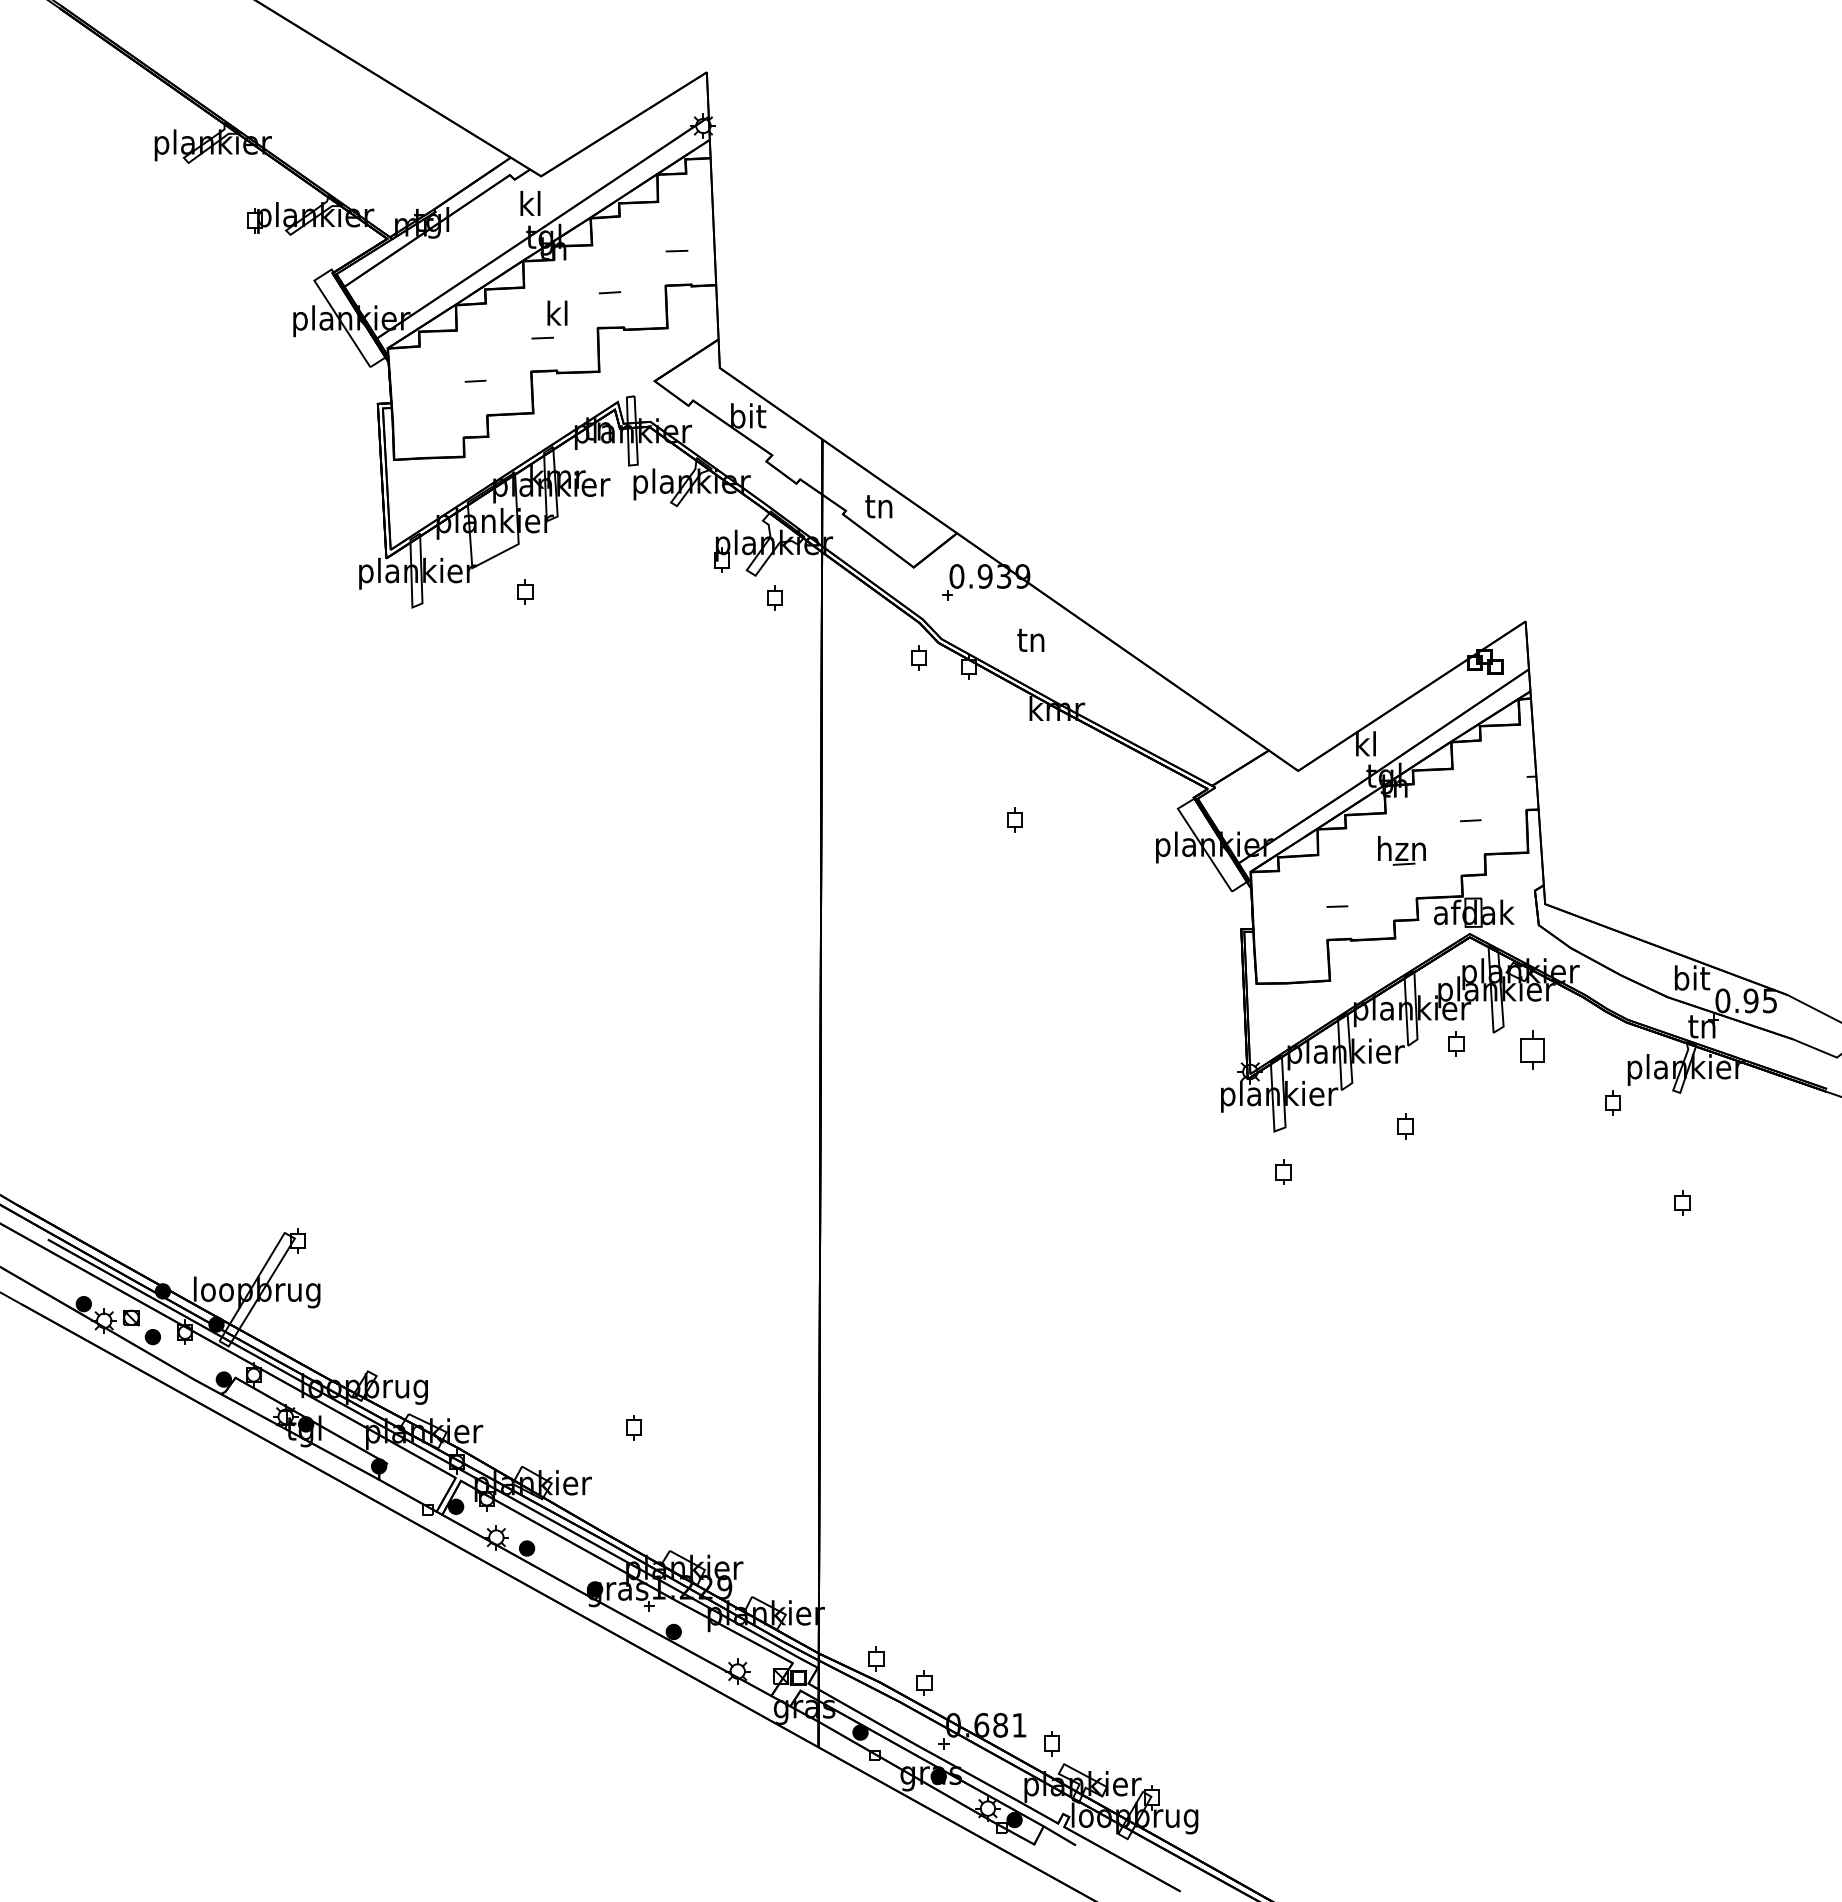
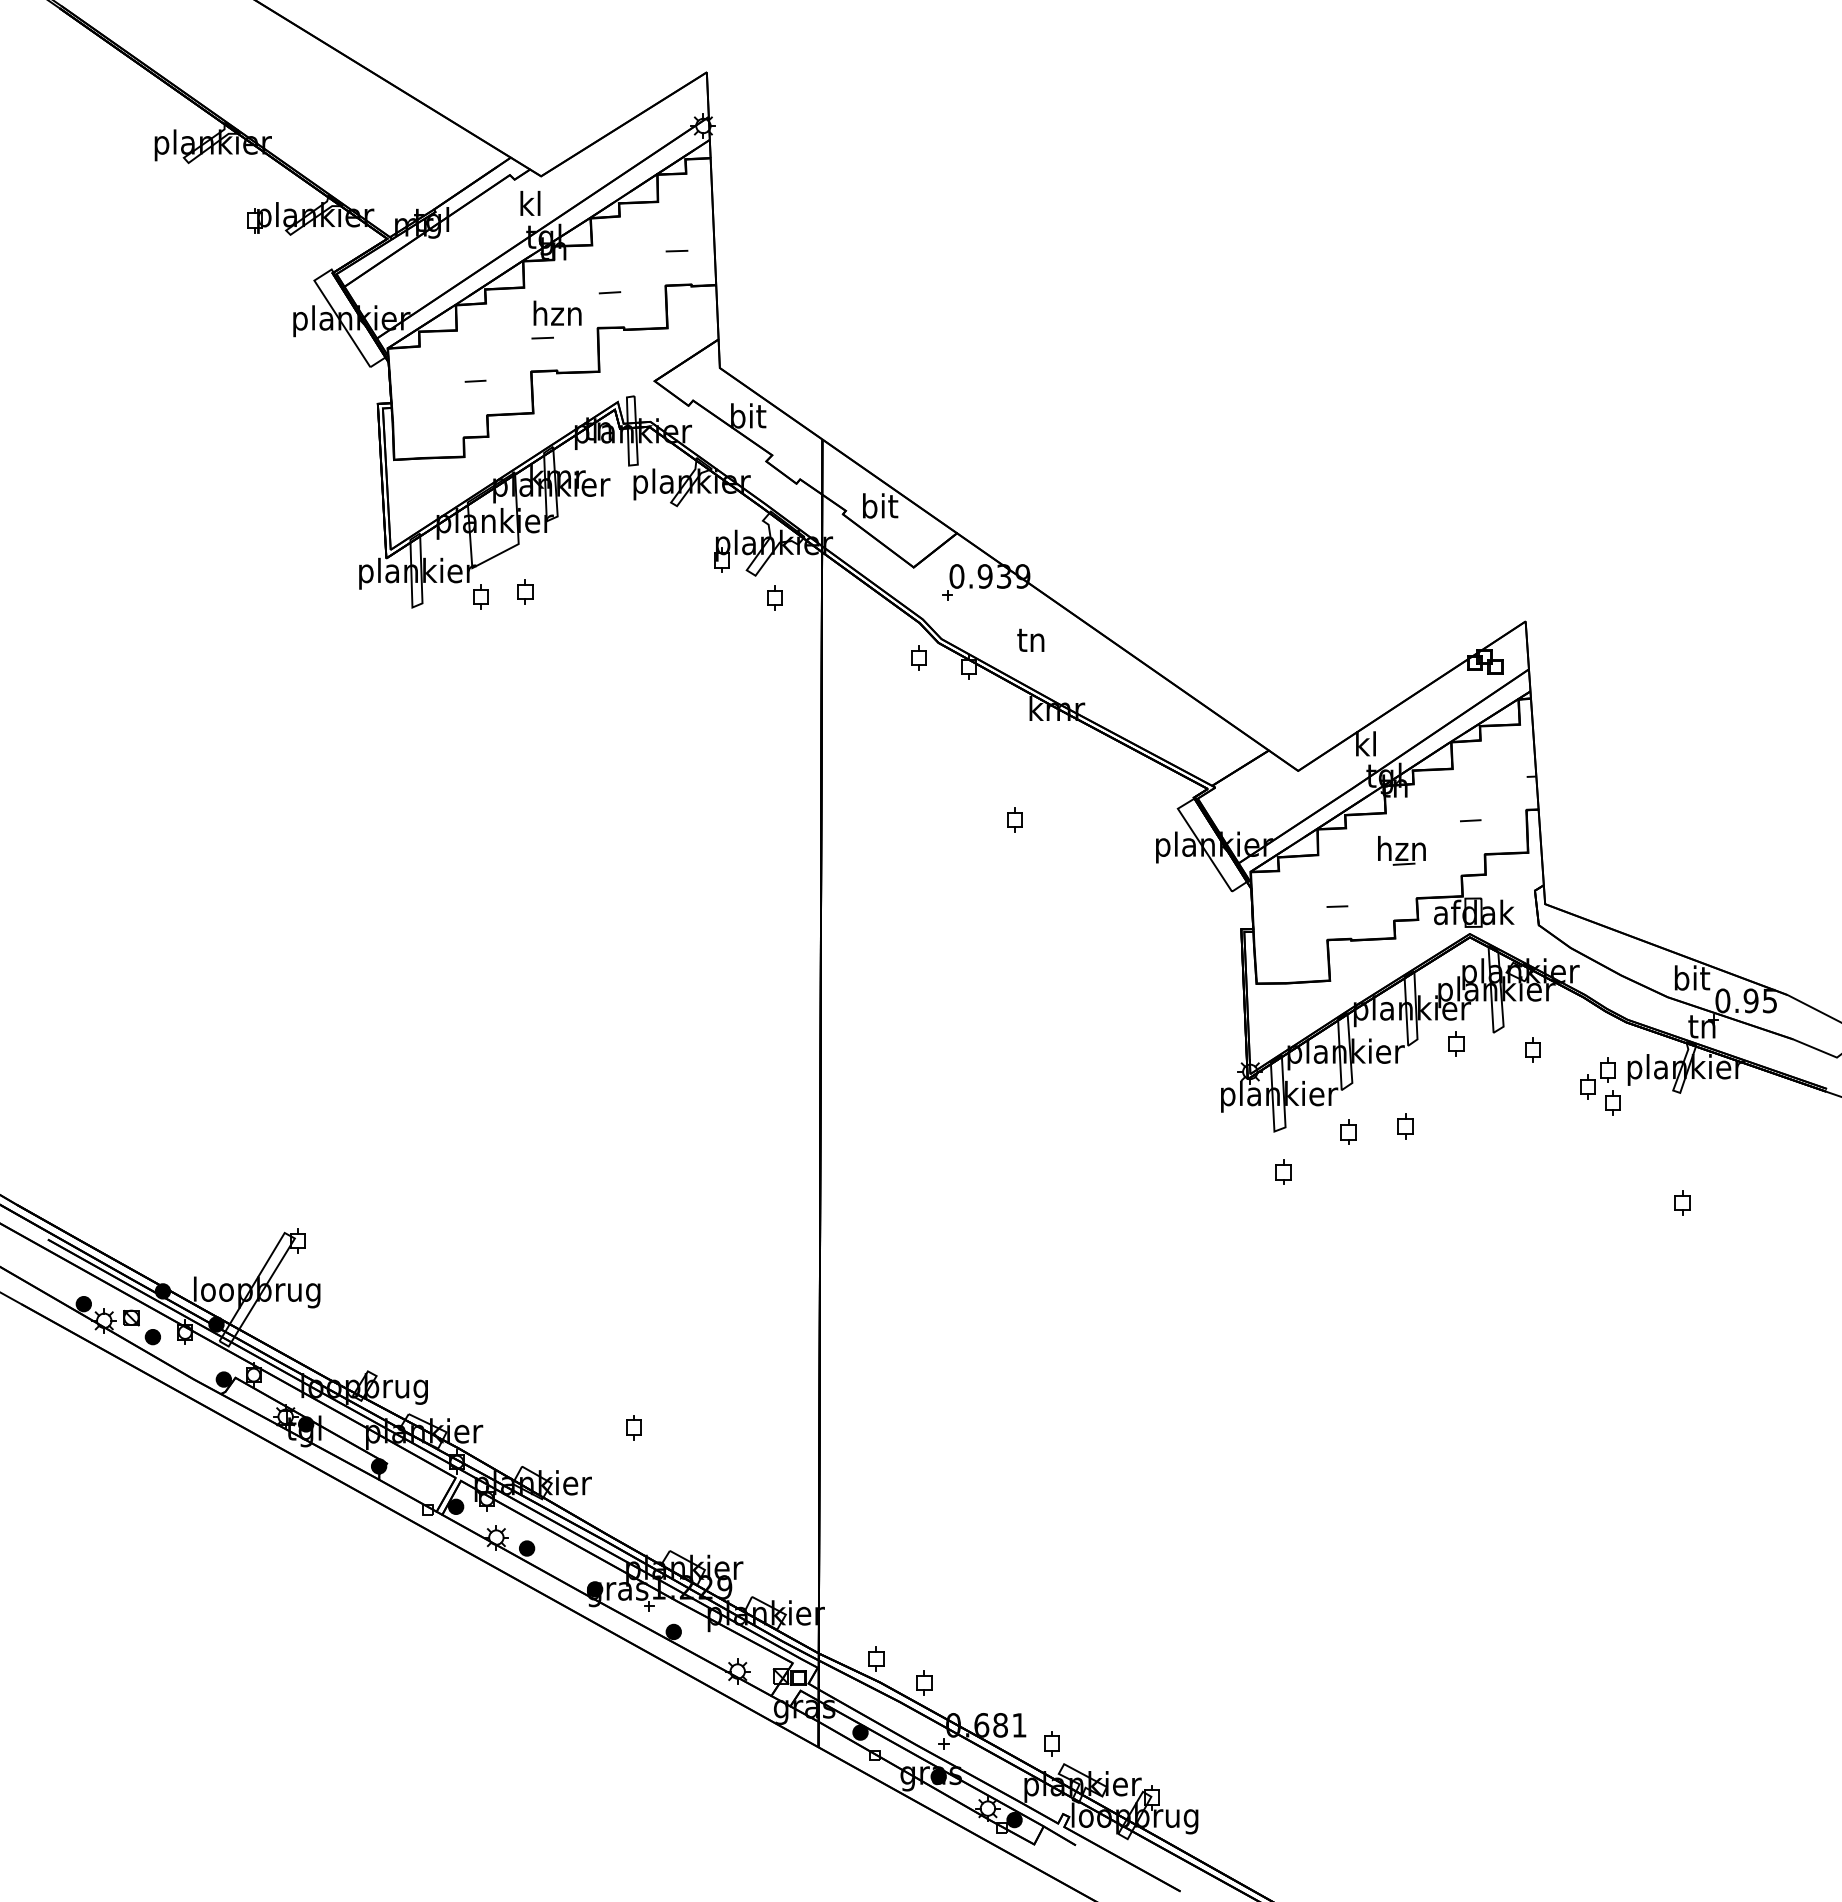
text at (557, 312): kl -> hzn
text at (880, 505): tn -> bit
part at (480, 596): none -> present
part at (1532, 1049) size: 25x40 px -> 16x26 px
part at (1597, 1078): none -> present
part at (1348, 1131): none -> present
